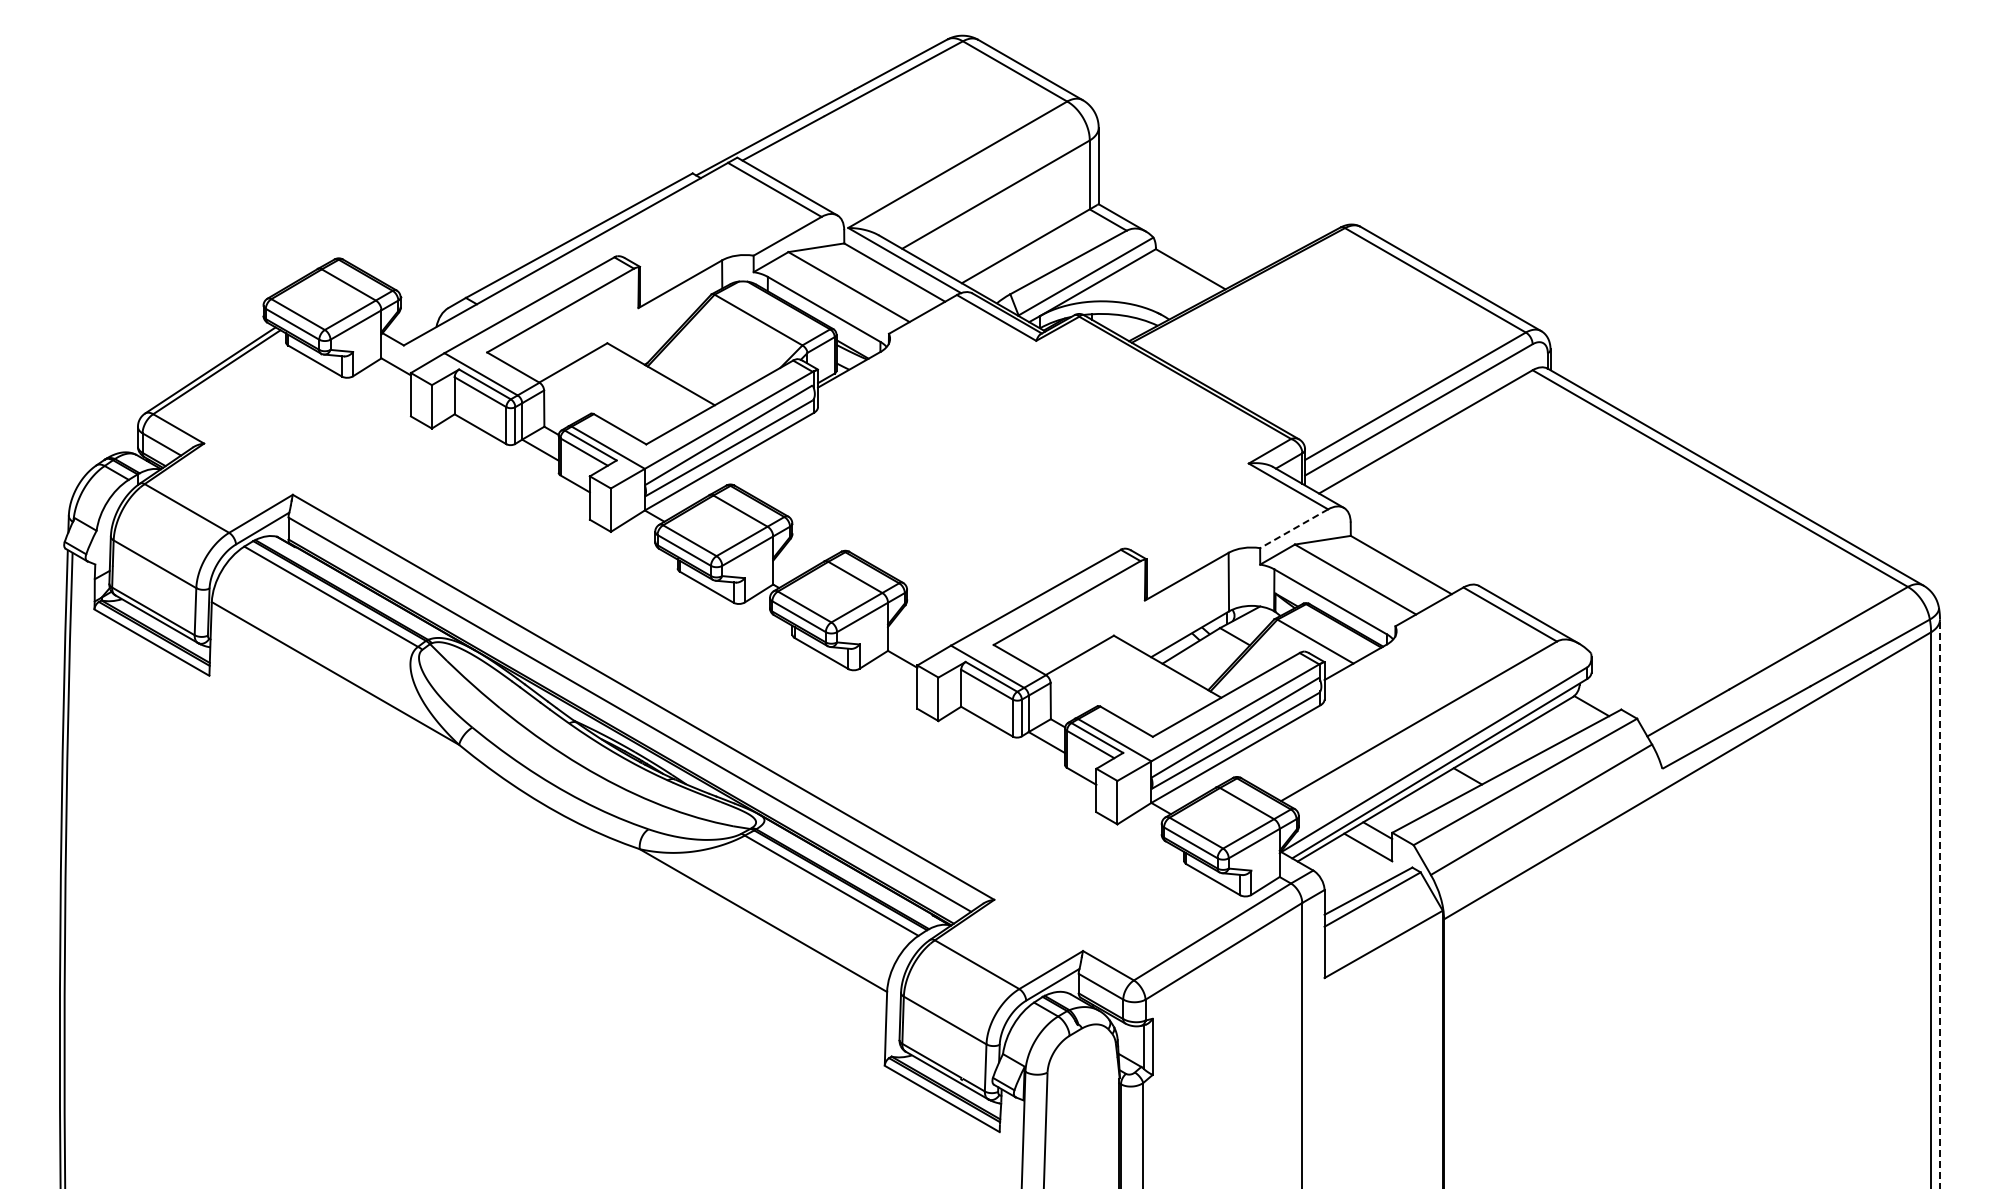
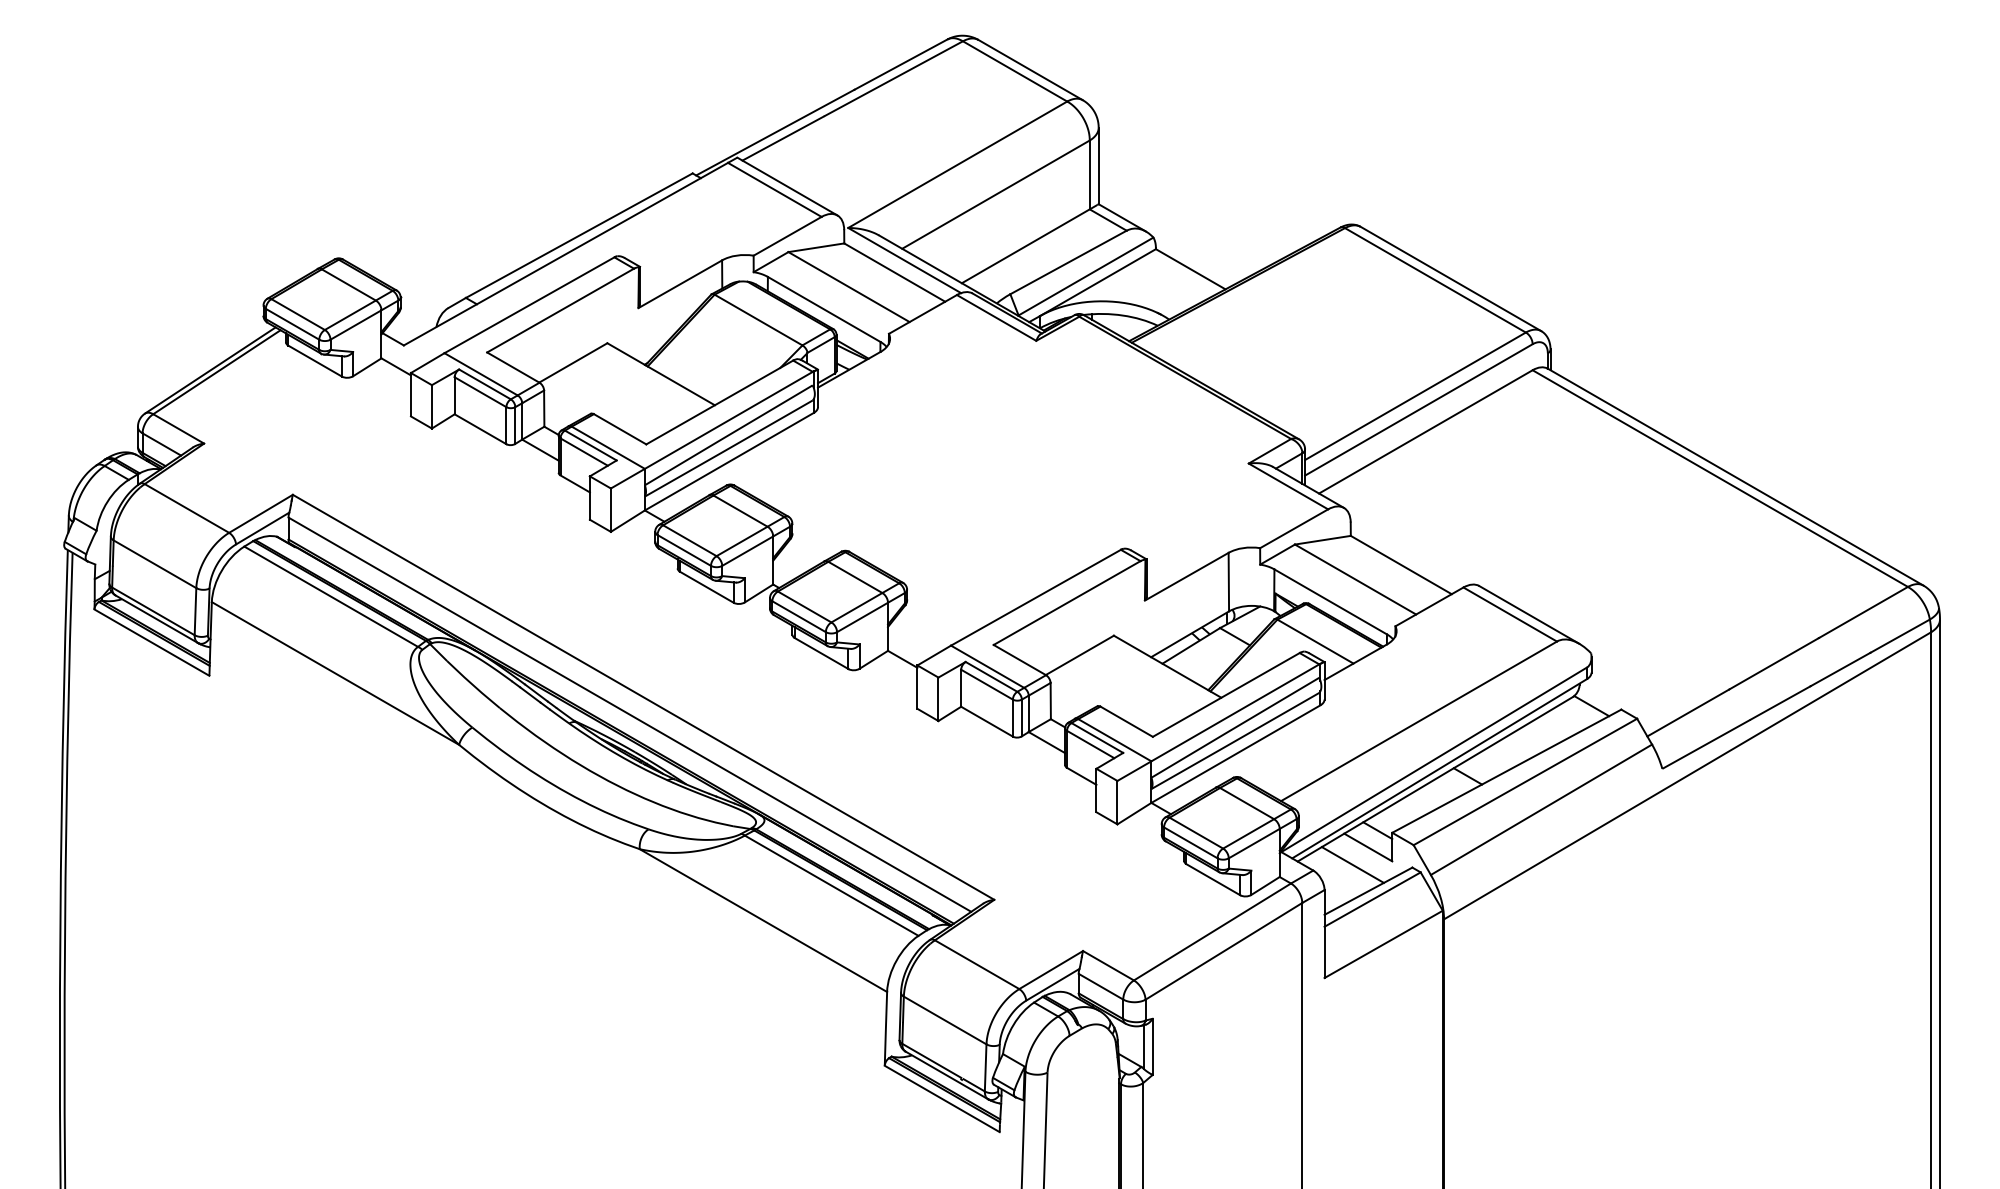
line at (1293, 529): dashed -> solid
line at (1352, 864): none -> present
line at (1939, 903): dashed -> solid
